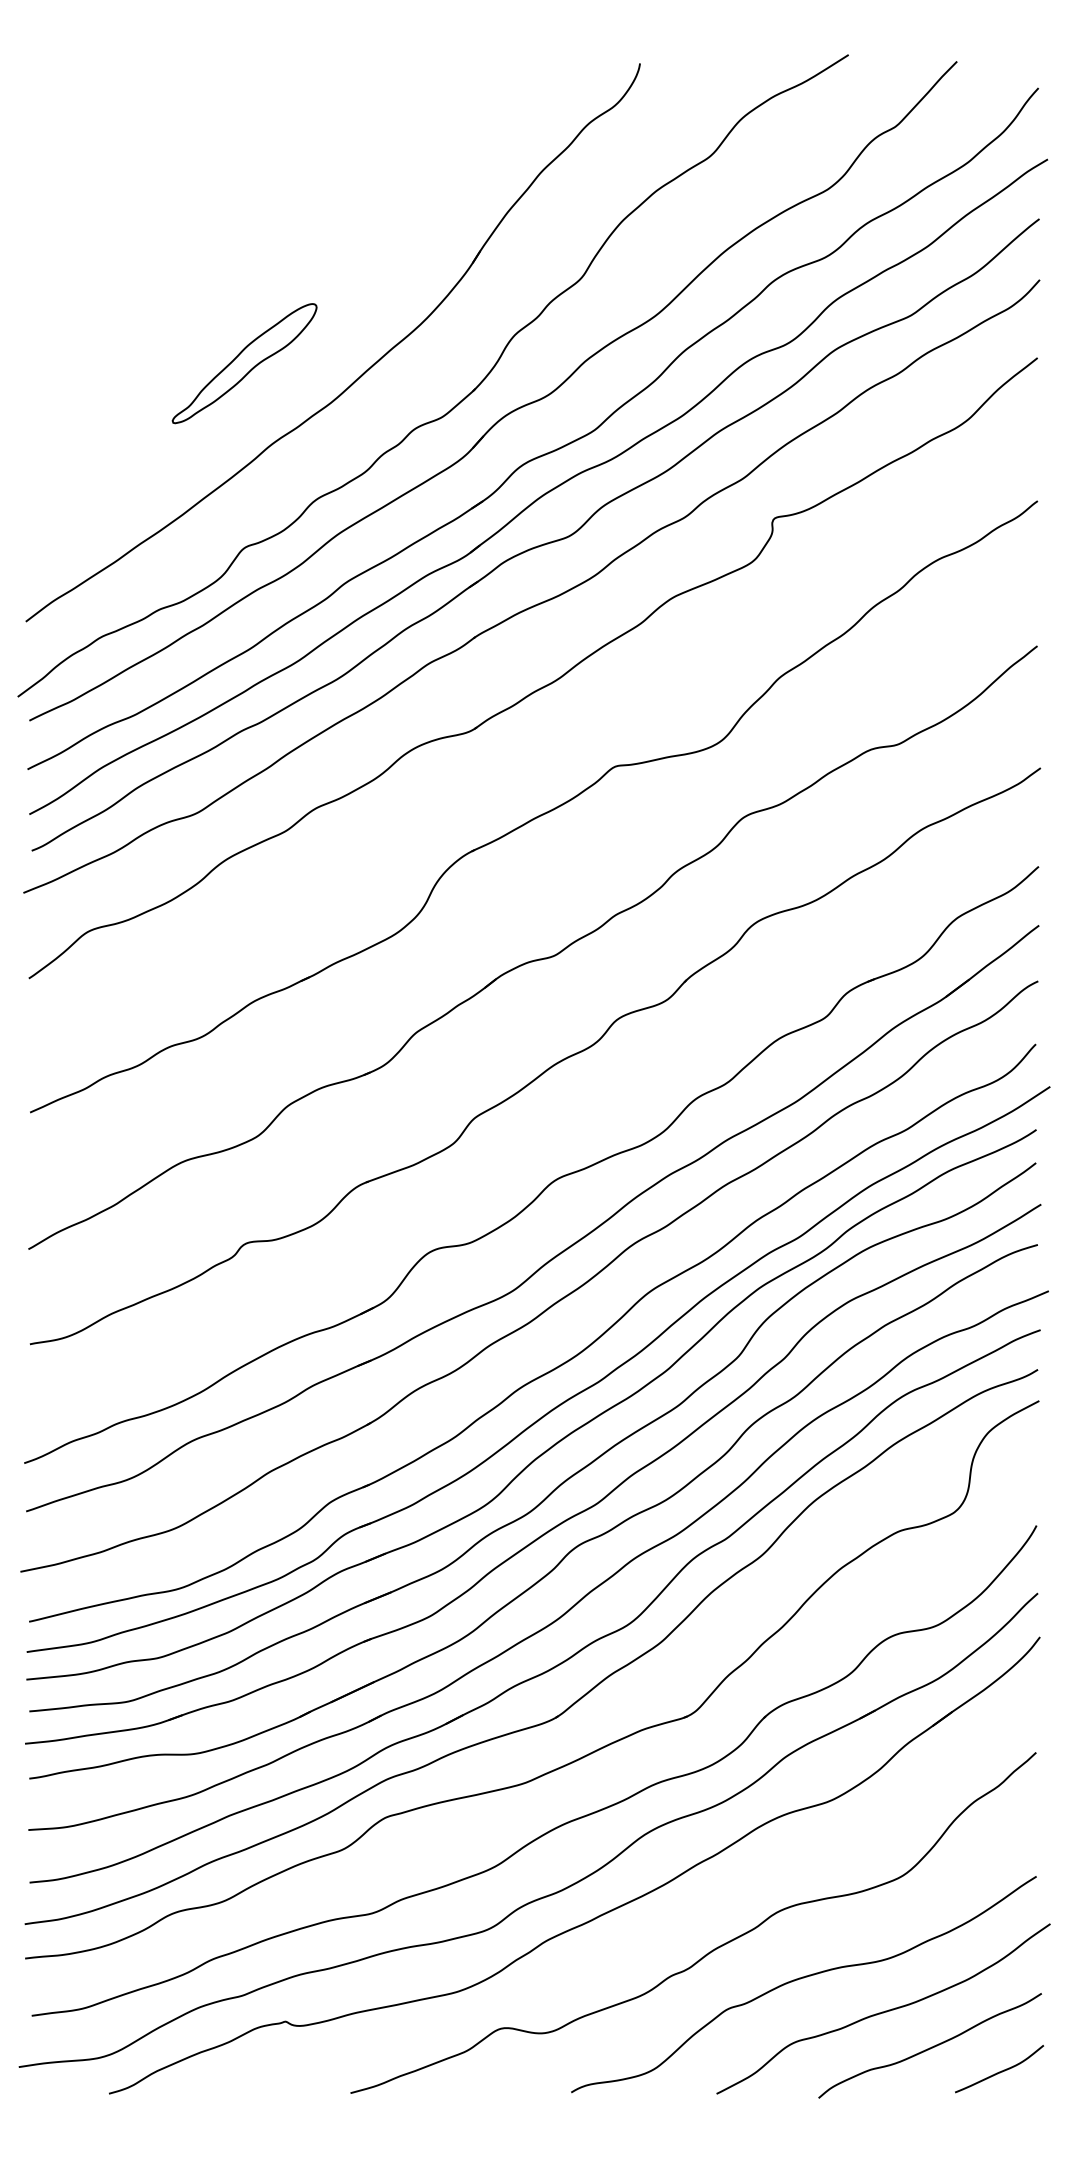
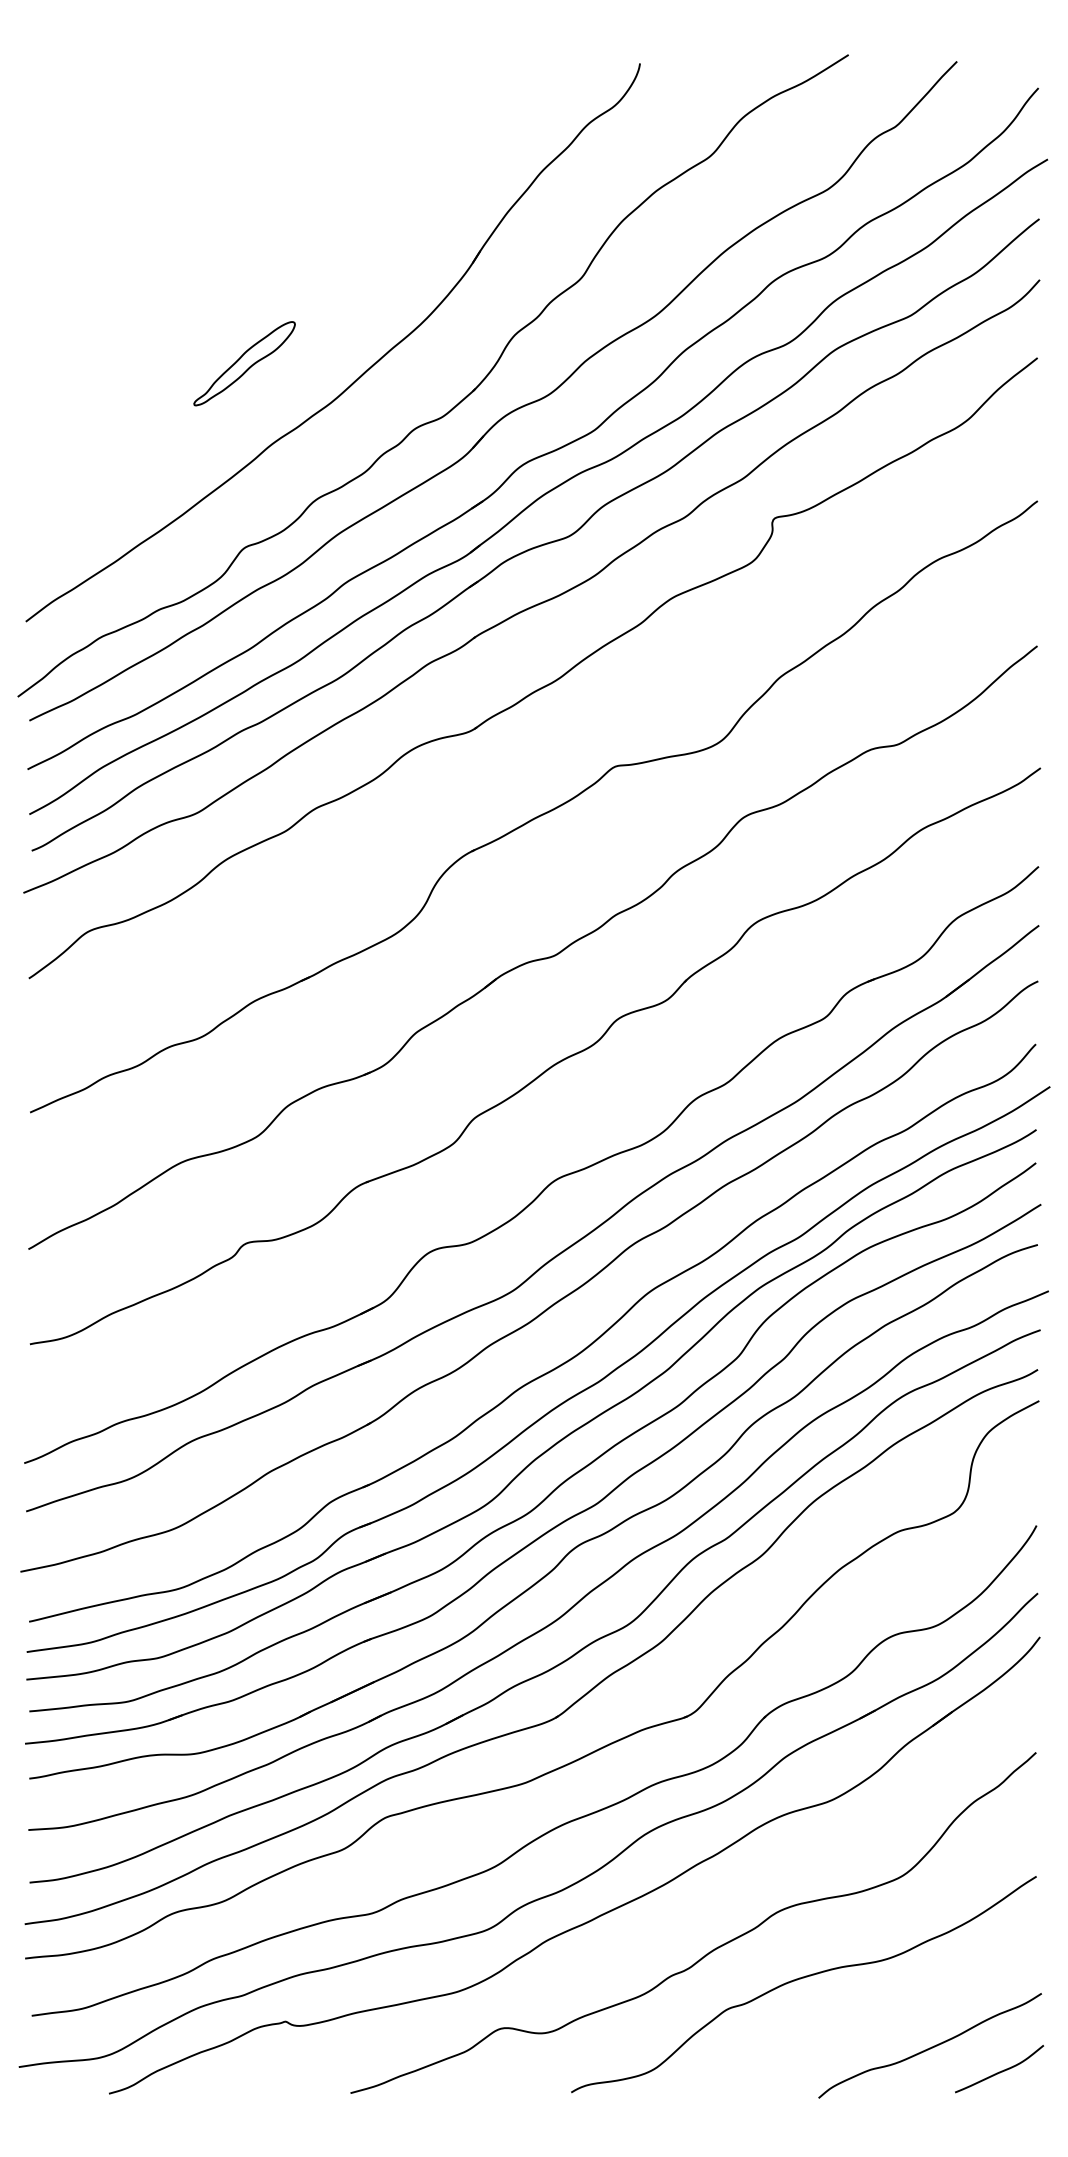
part at (244, 363) size: 147x122 px -> 103x86 px
curve at (885, 2010): present -> none
